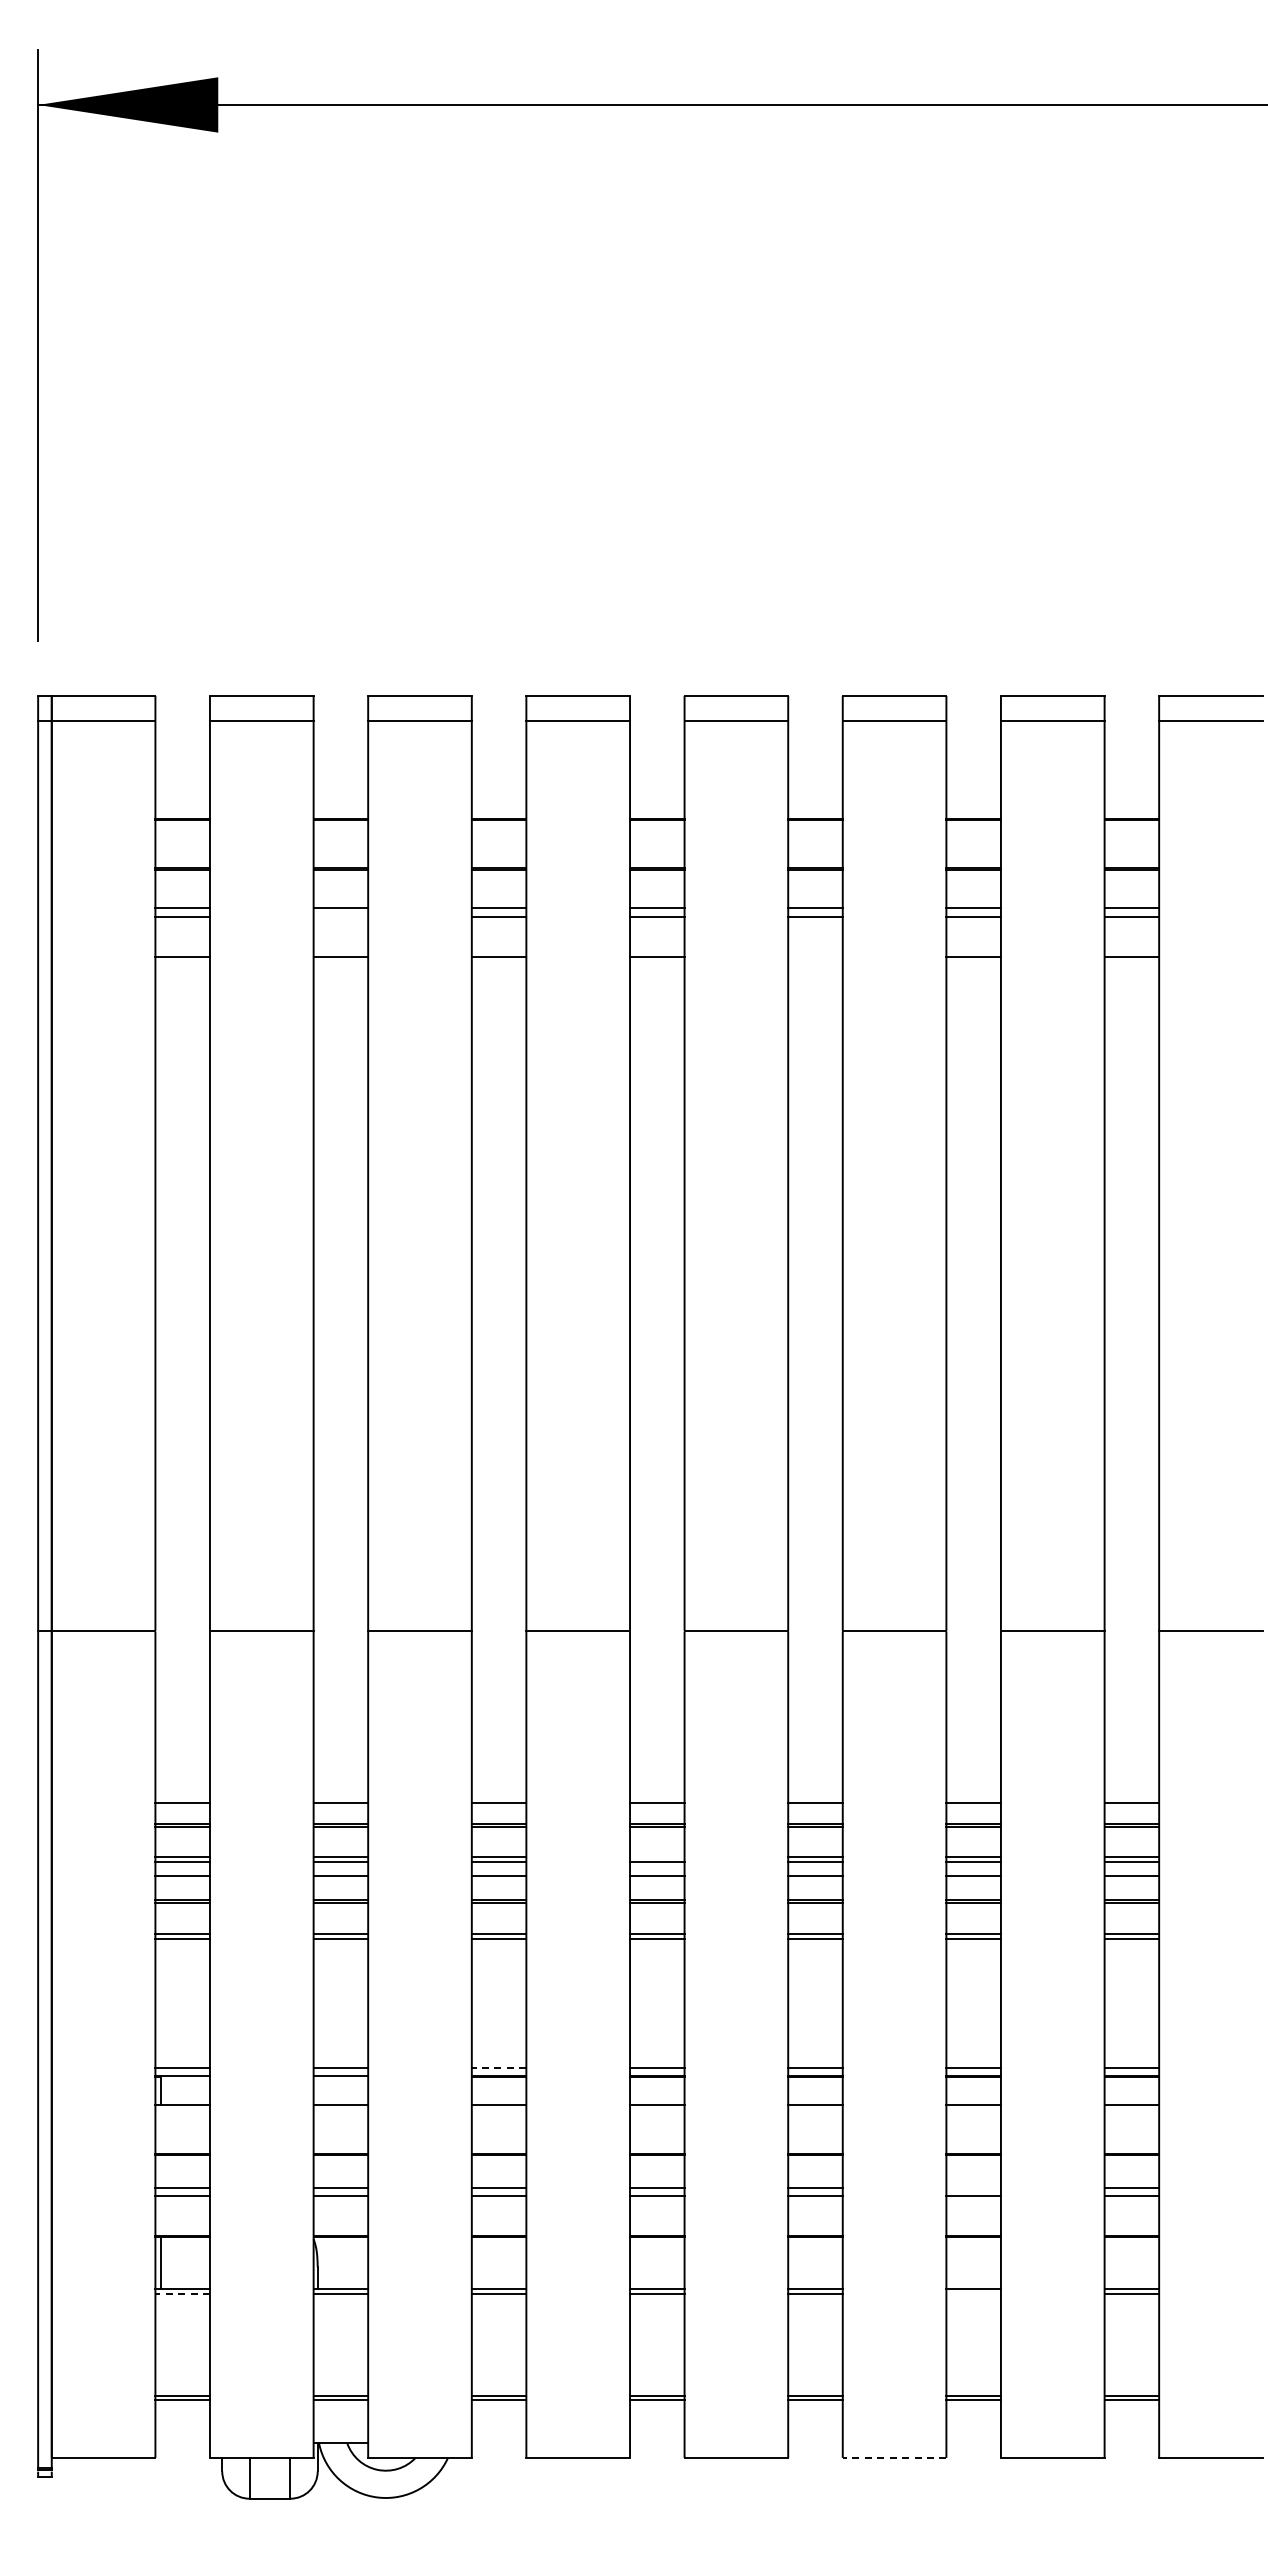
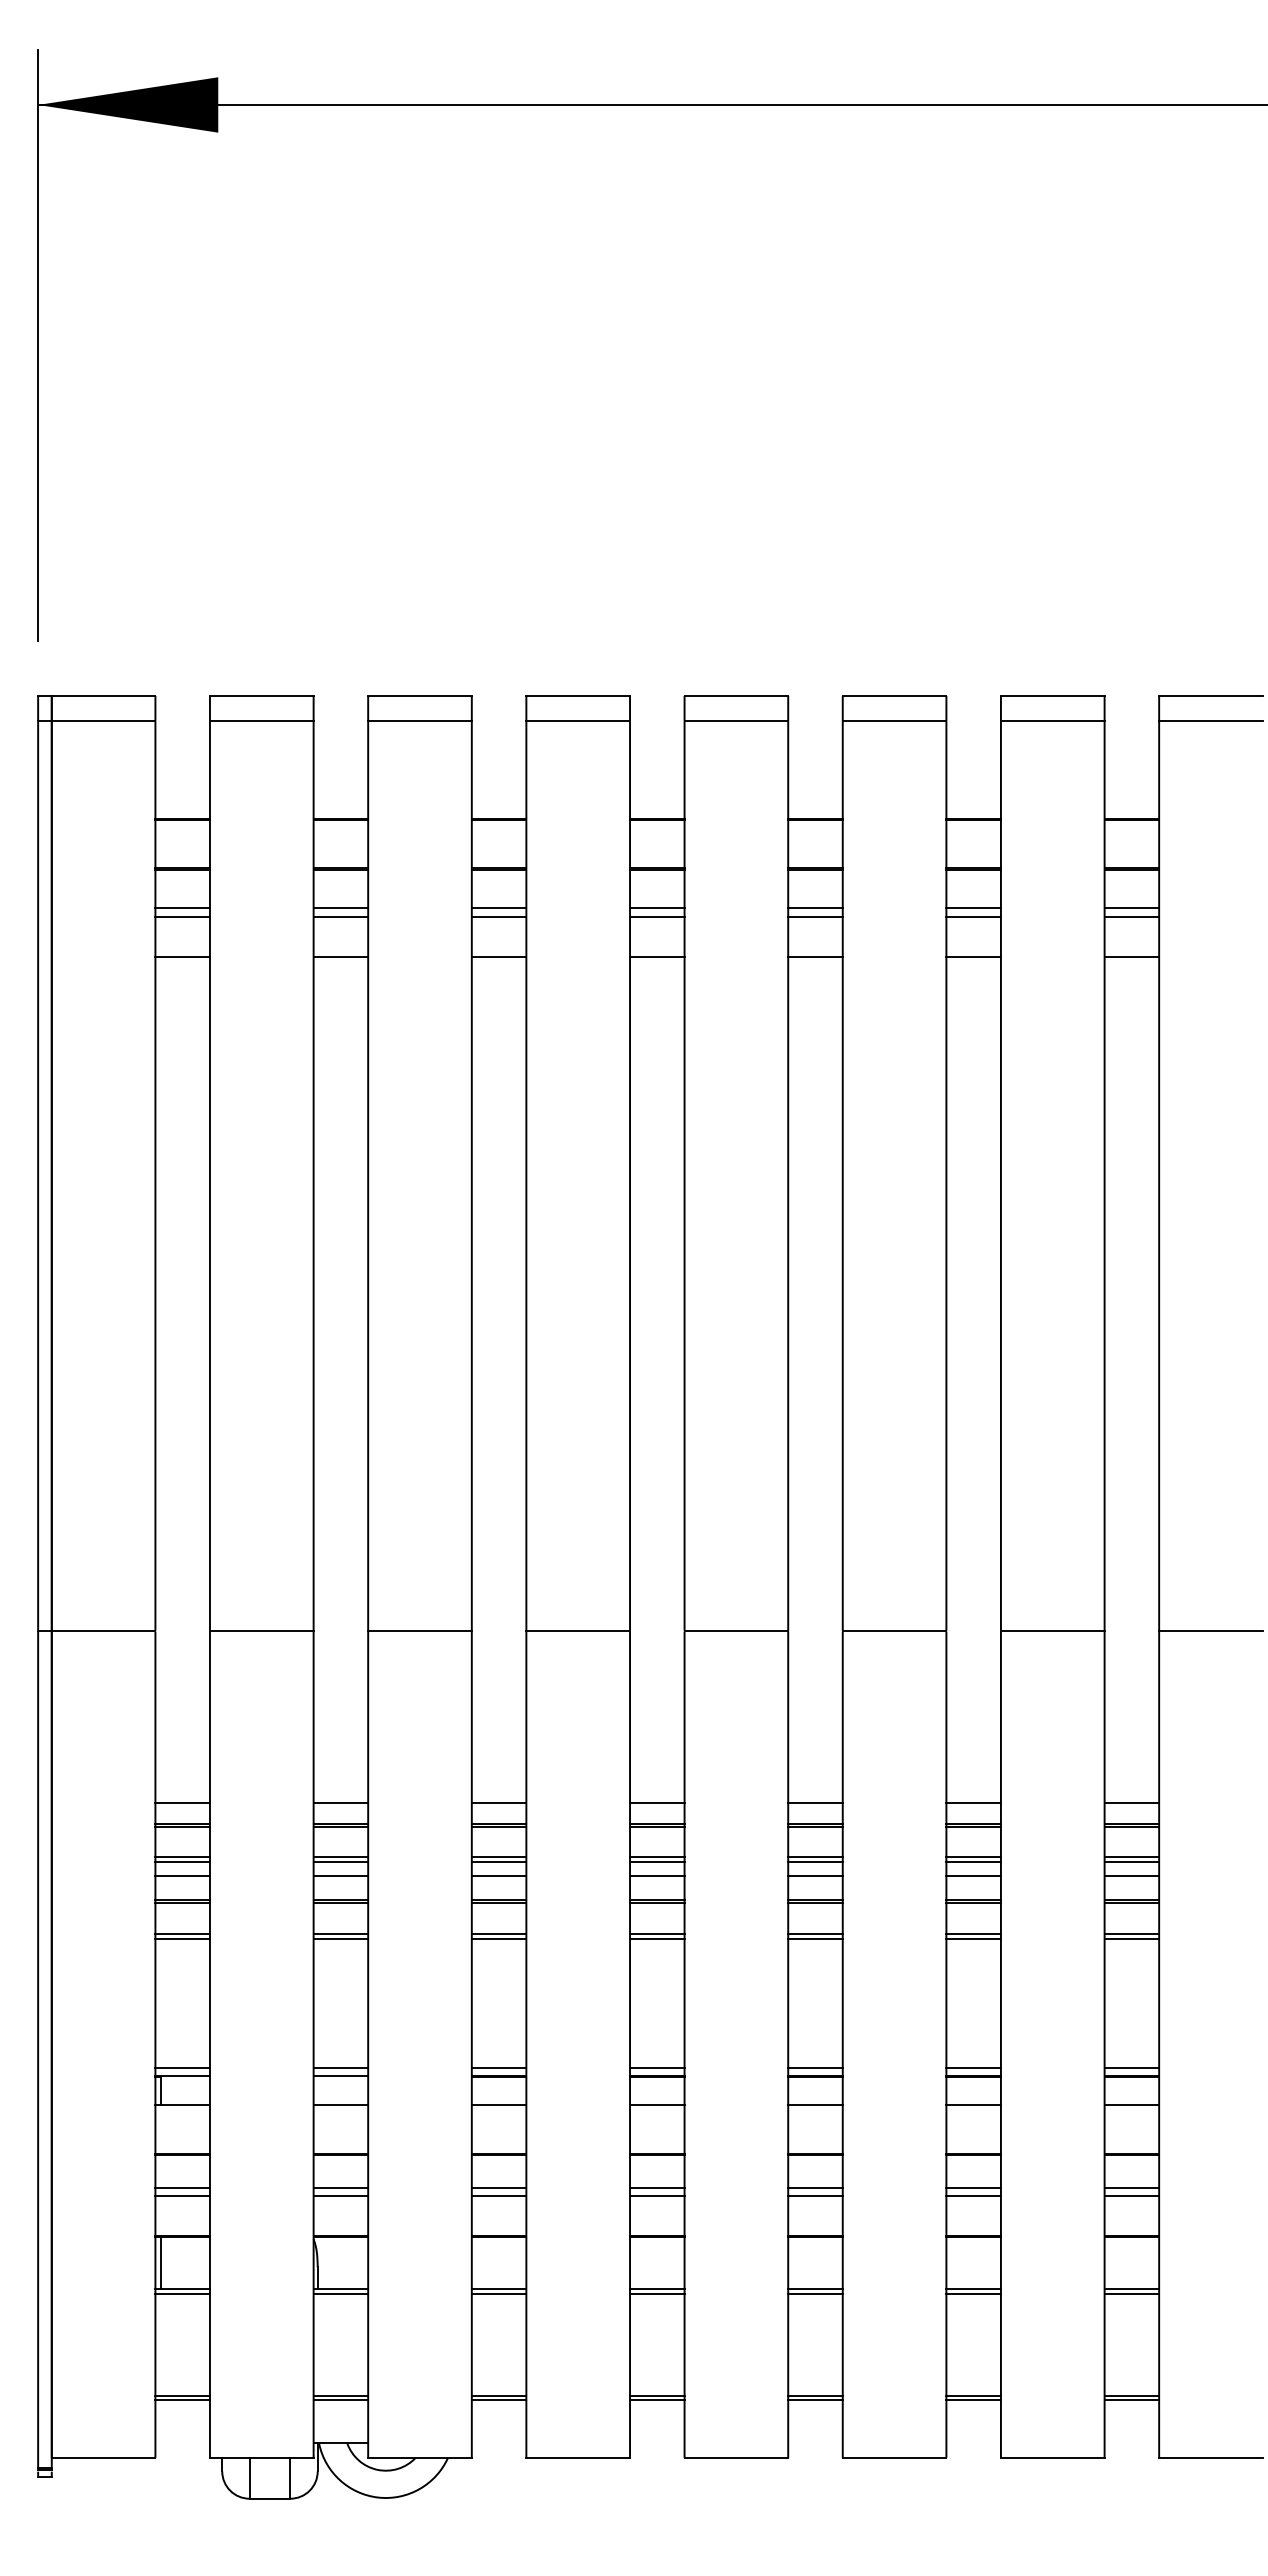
line at (340, 917): none -> present
line at (815, 957): none -> present
line at (657, 1856): none -> present
line at (498, 2067): dashed -> solid
line at (973, 2187): none -> present
line at (182, 2294): dashed -> solid
line at (973, 2294): none -> present
line at (894, 2457): dashed -> solid
